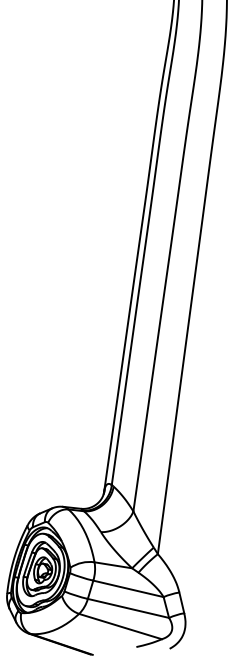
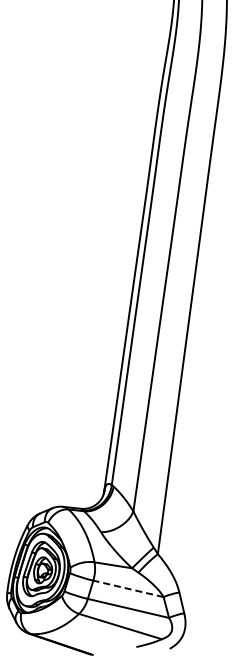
line at (128, 588): solid -> dashed
